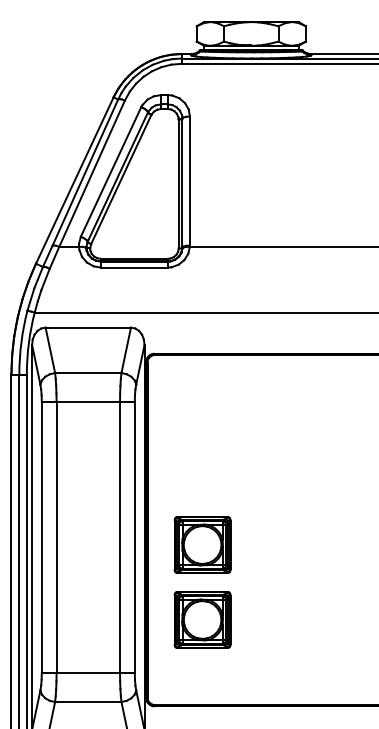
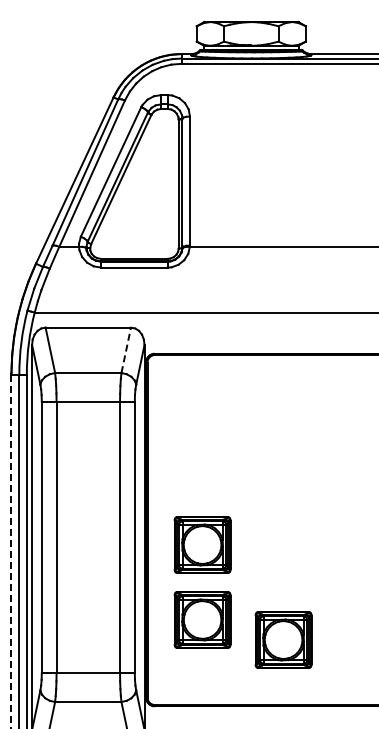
line at (126, 349): solid -> dashed
line at (11, 551): solid -> dashed
part at (283, 639): none -> present
